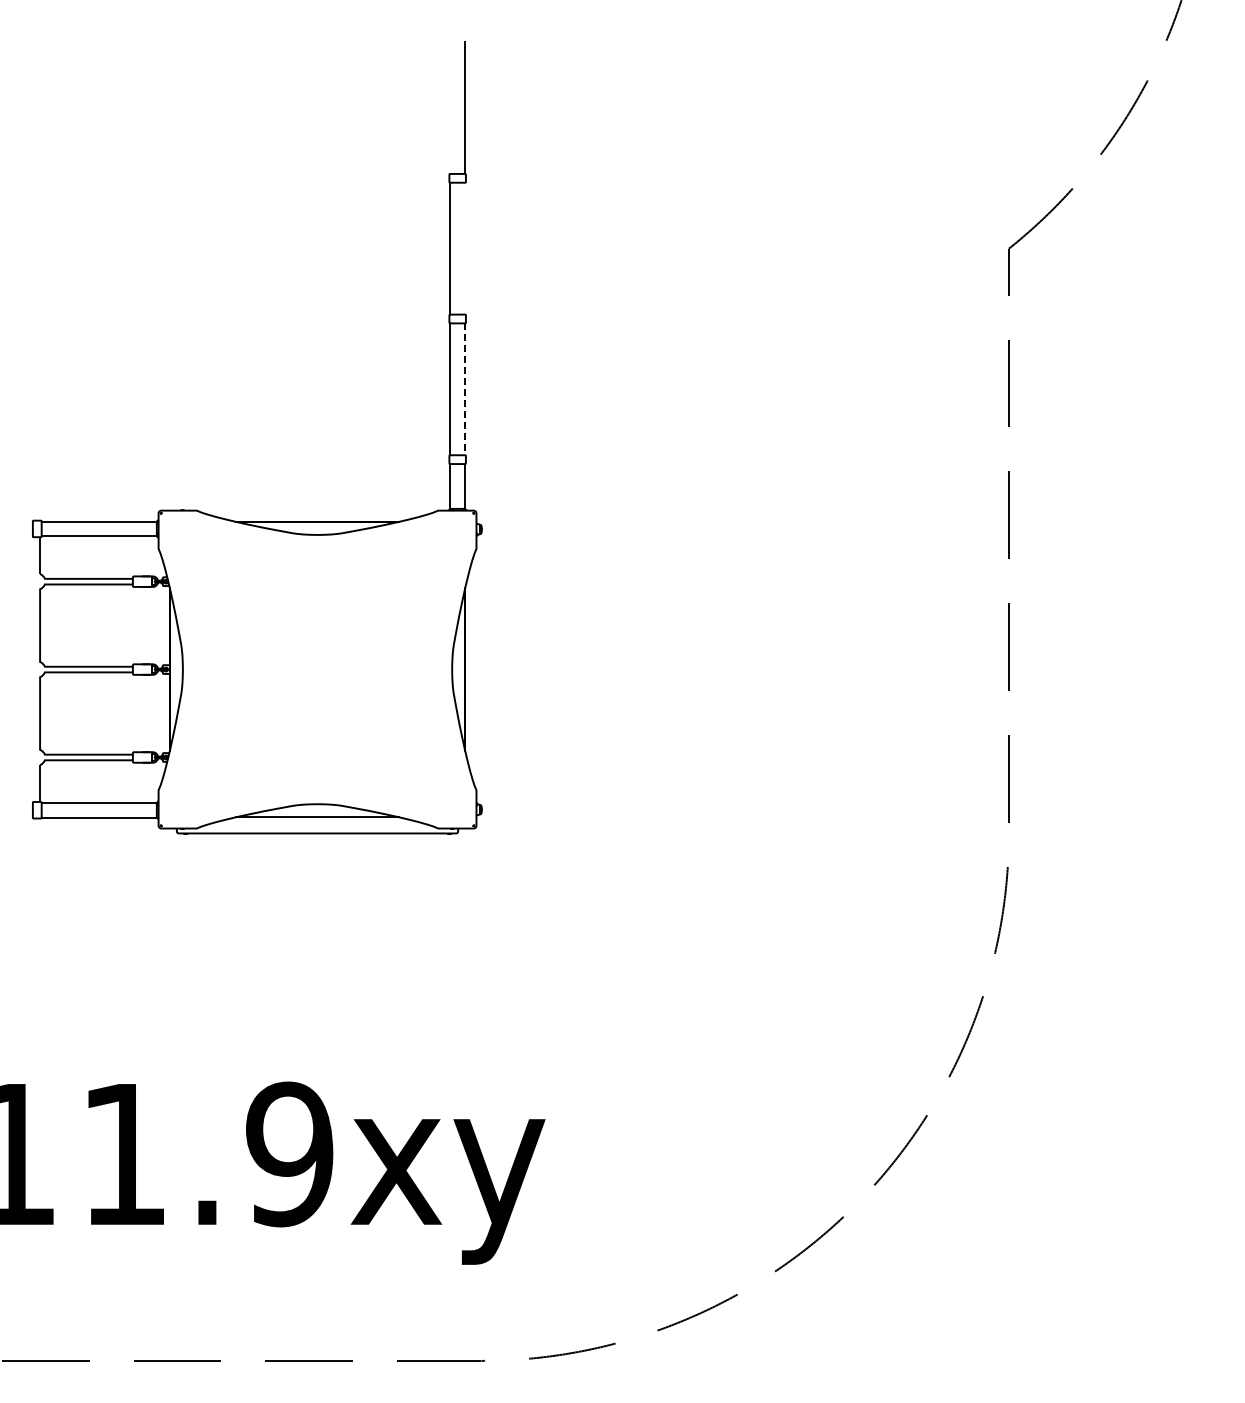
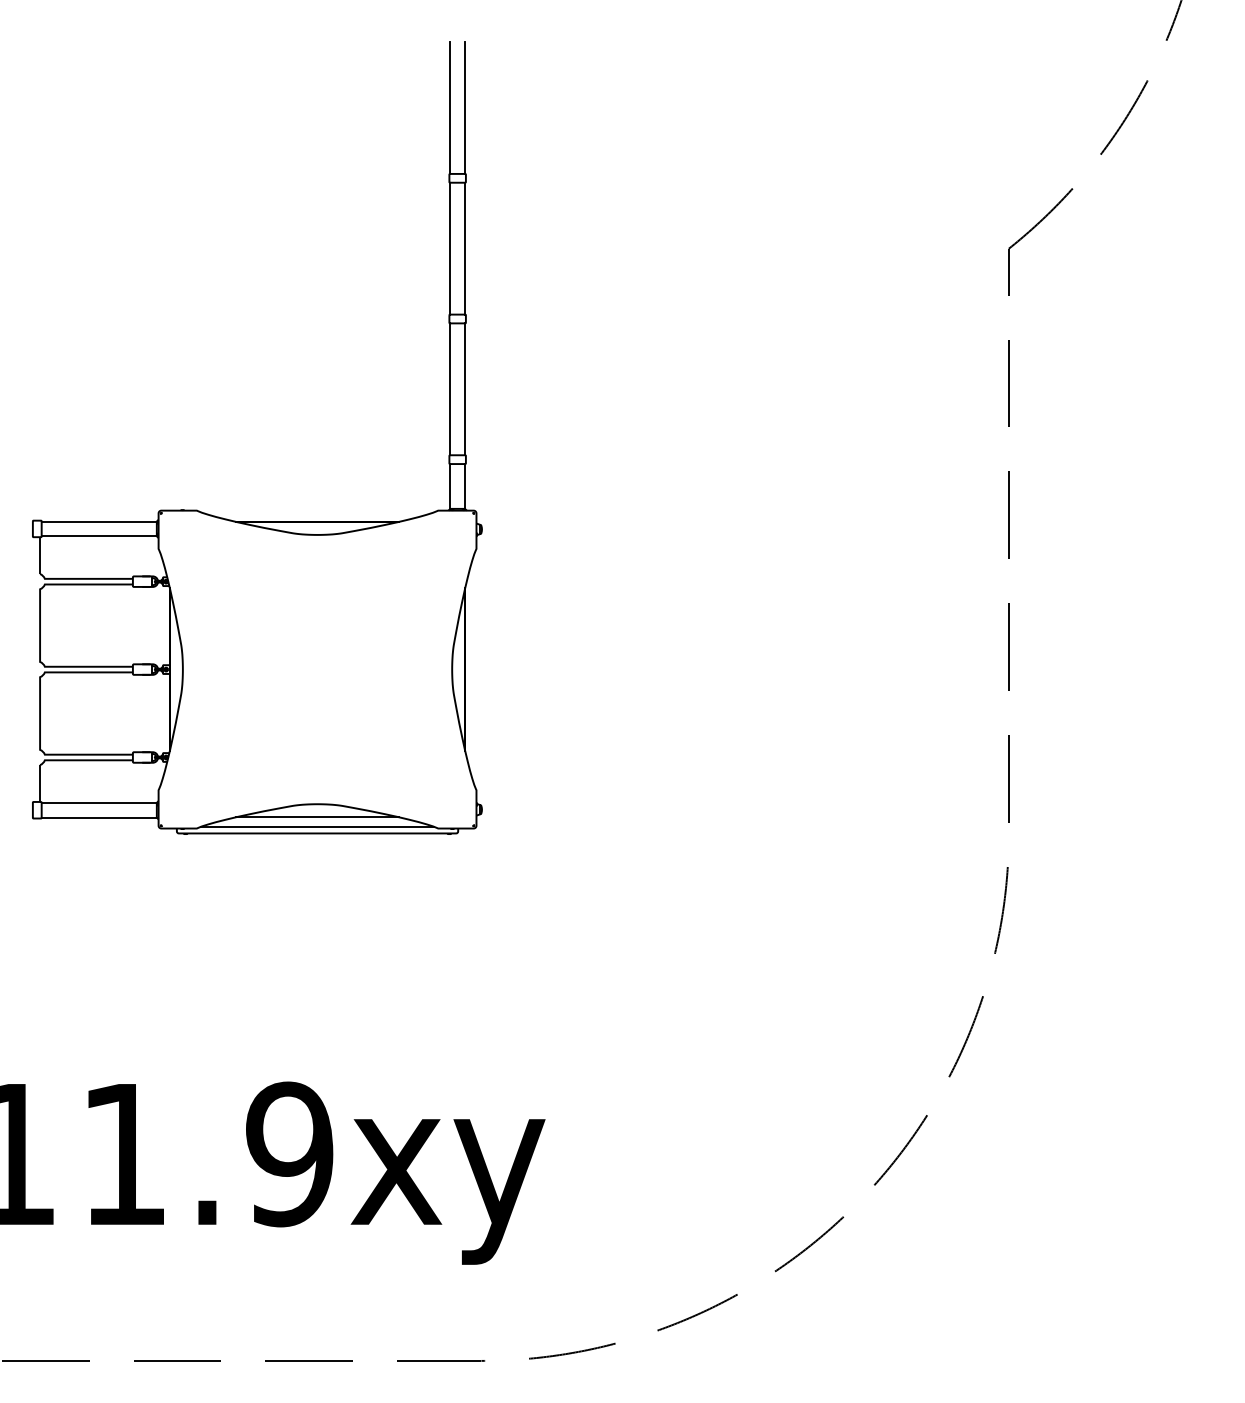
line at (450, 107): none -> present
line at (465, 248): none -> present
line at (465, 389): dashed -> solid
line at (317, 826): none -> present
